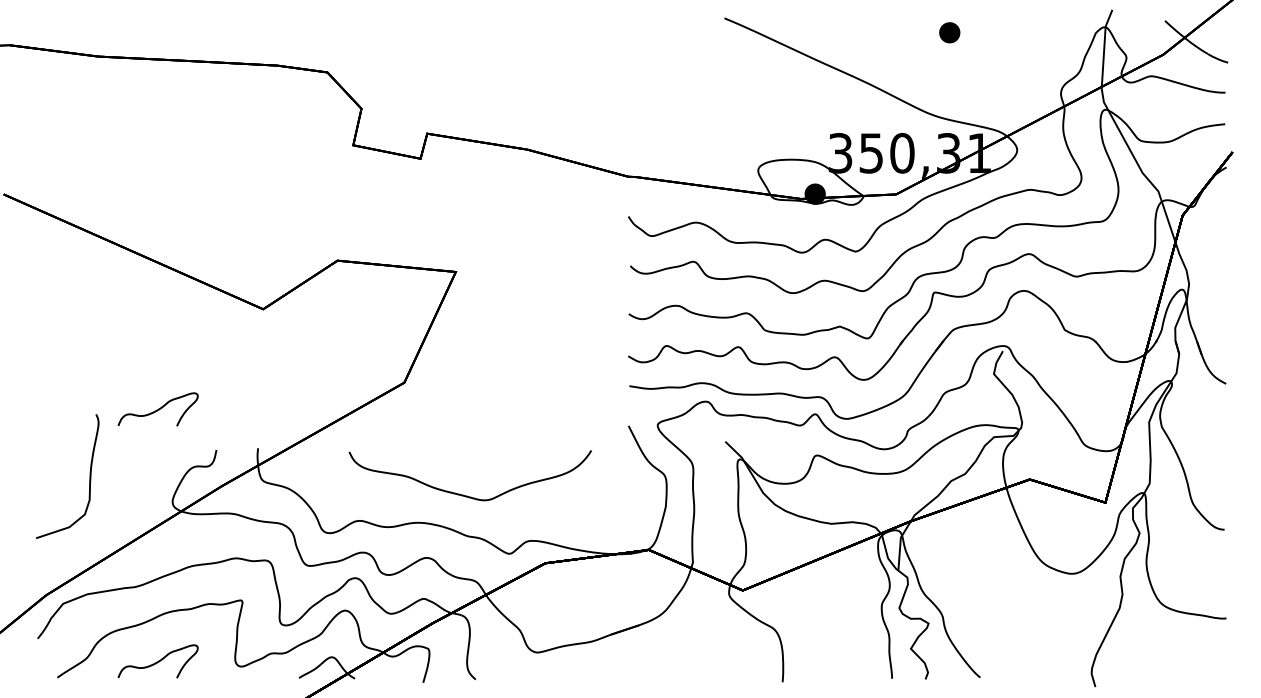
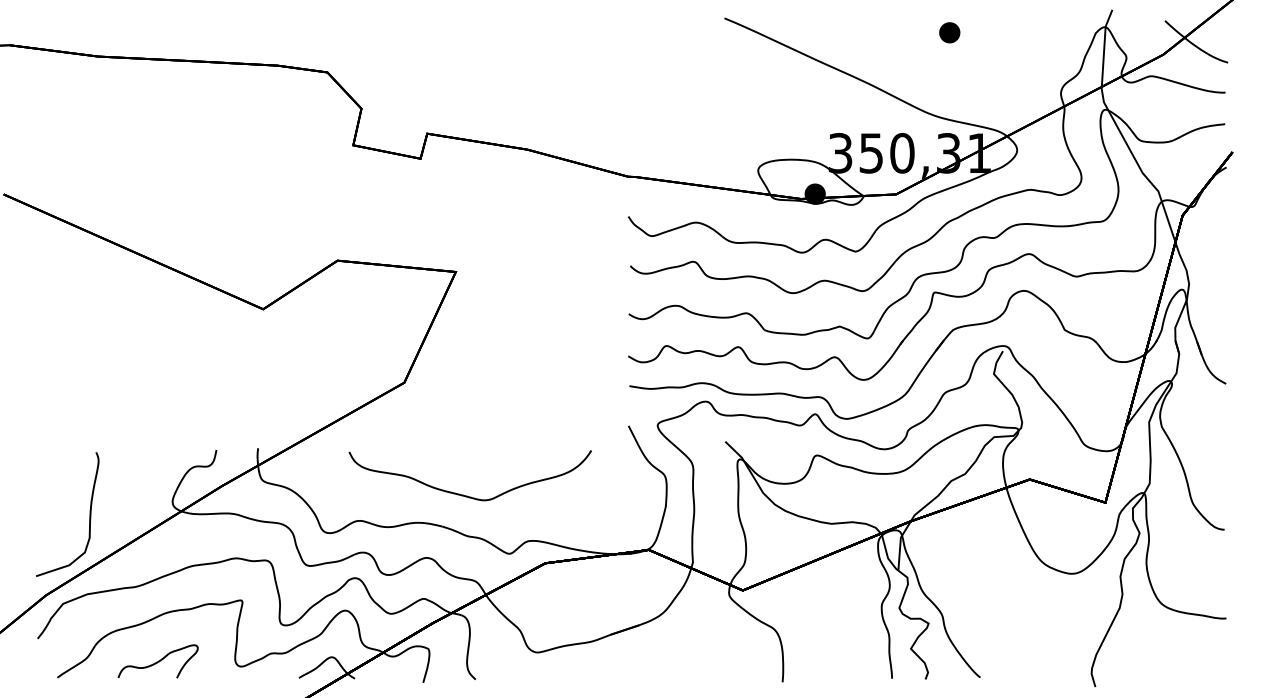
curve at (157, 409): present -> none
curve at (89, 476) position: (89, 476) -> (89, 514)
